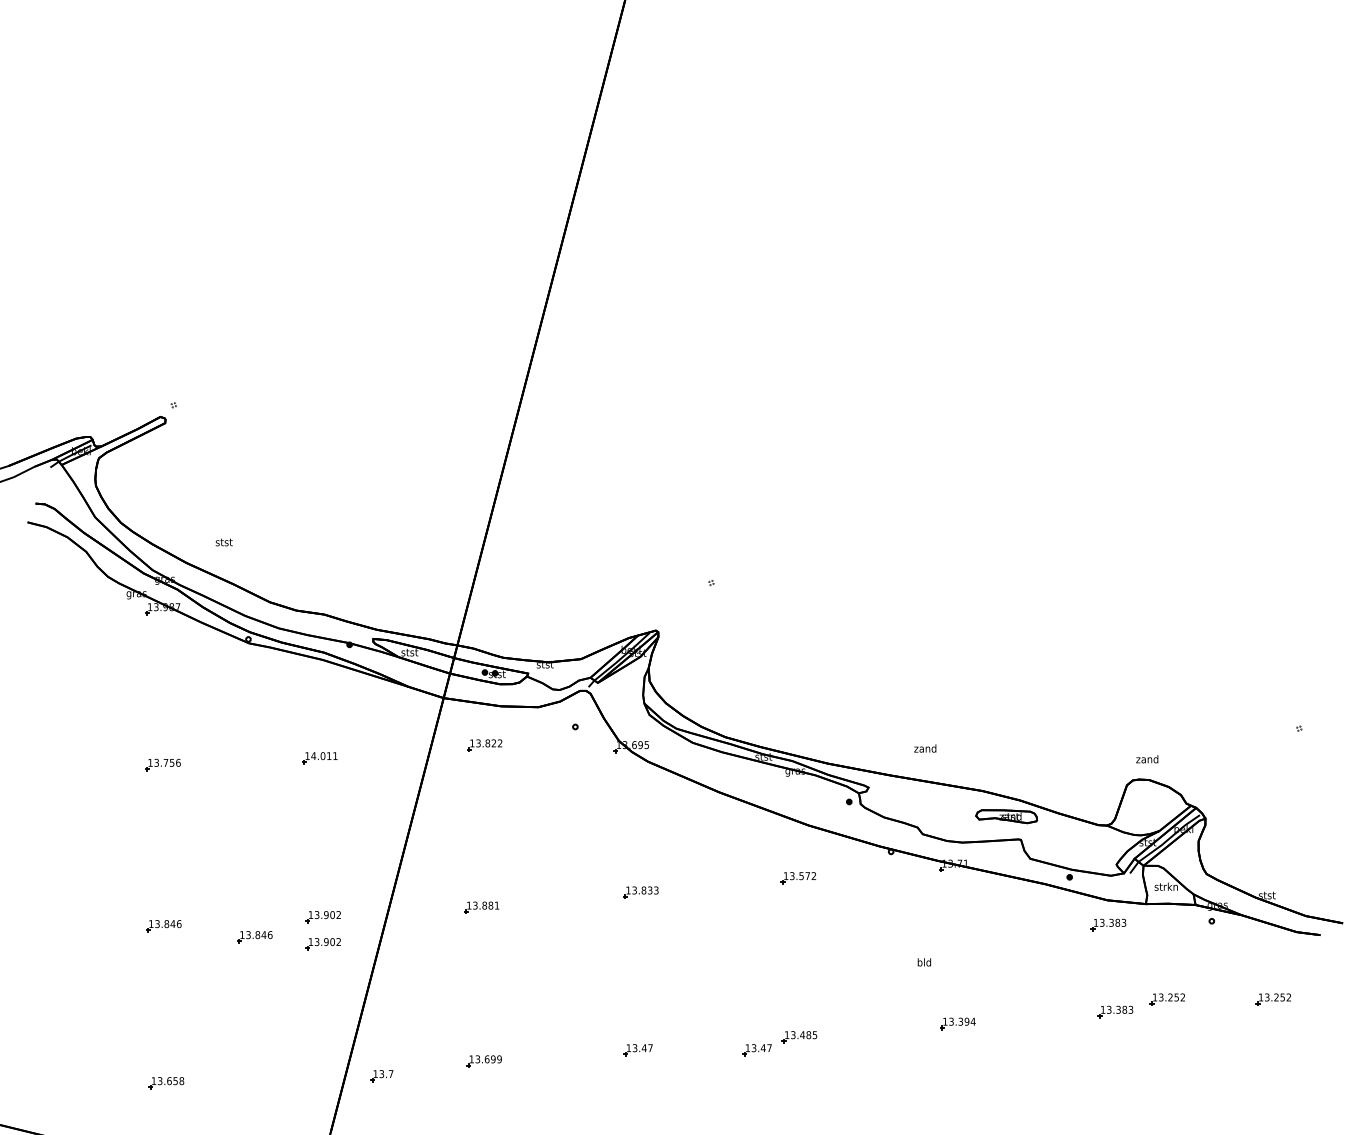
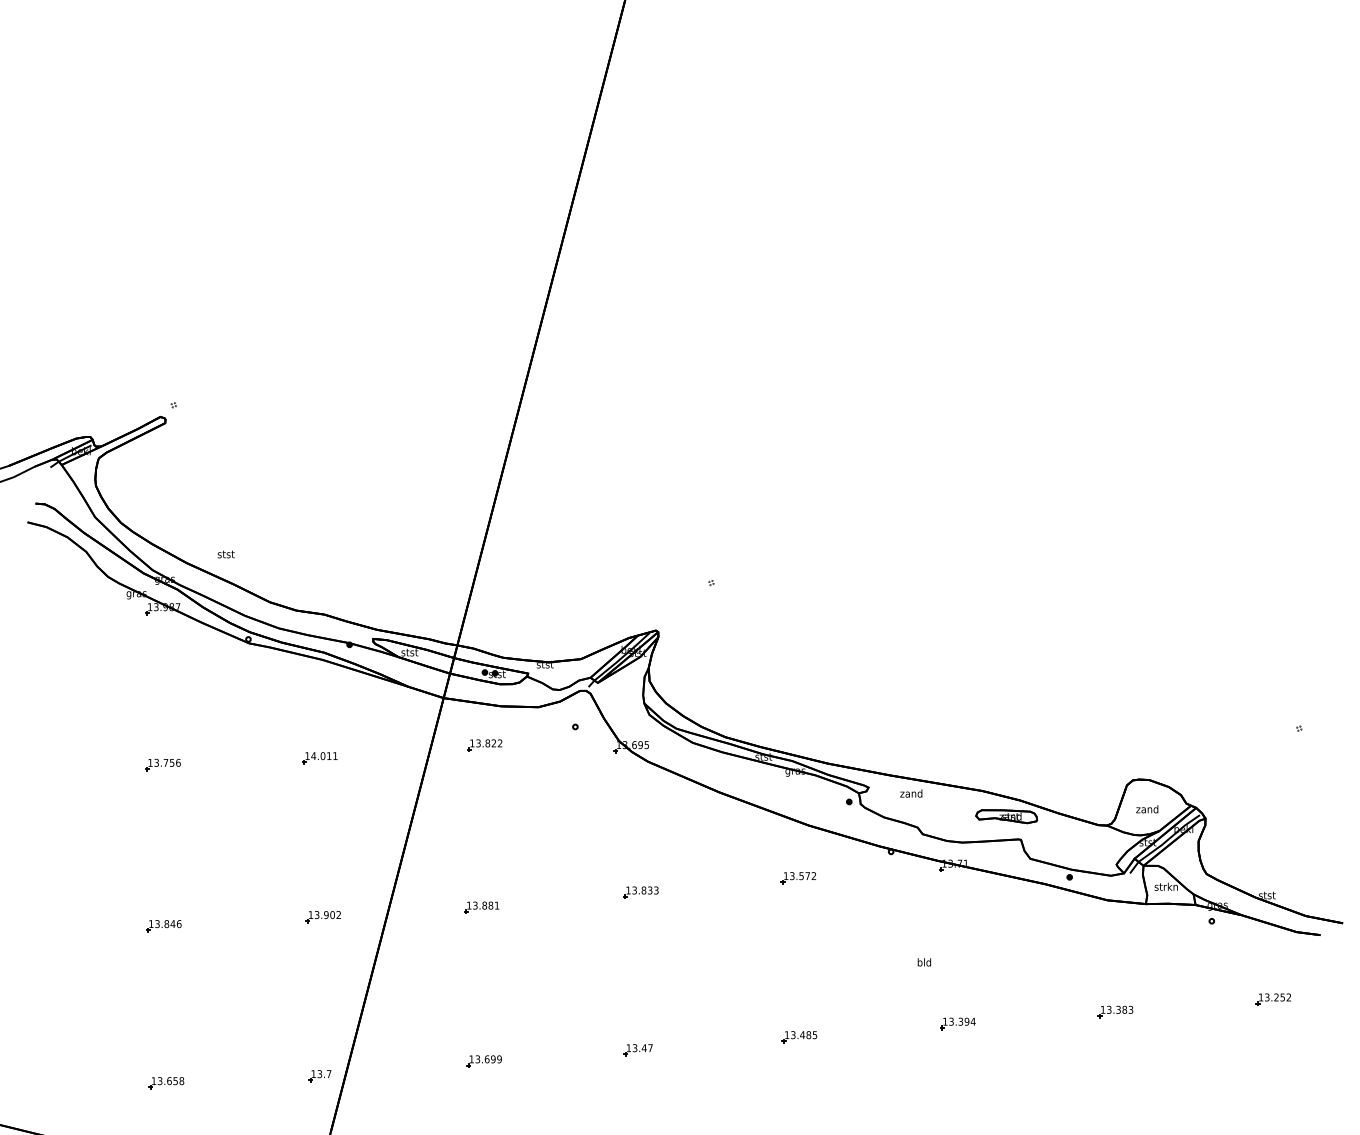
text at (223, 542) position: (223, 542) -> (225, 554)
text at (925, 748) position: (925, 748) -> (911, 793)
text at (1147, 759) position: (1147, 759) -> (1147, 809)
part at (1108, 924): present -> none
part at (254, 937): present -> none
part at (322, 944): present -> none
part at (1166, 999): present -> none
part at (756, 1050): present -> none
part at (381, 1076) position: (381, 1076) -> (319, 1076)
